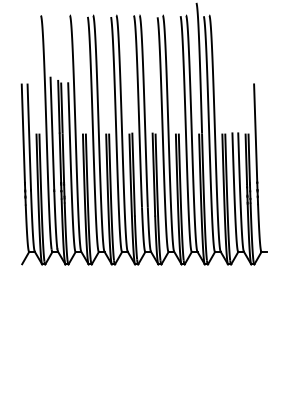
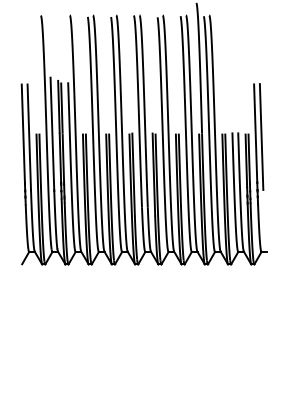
line at (261, 136): none -> present
